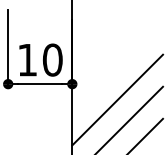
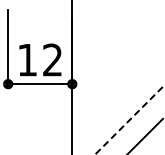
text at (52, 59): 10 -> 12
line at (116, 100): present -> none
line at (129, 120): solid -> dashed
